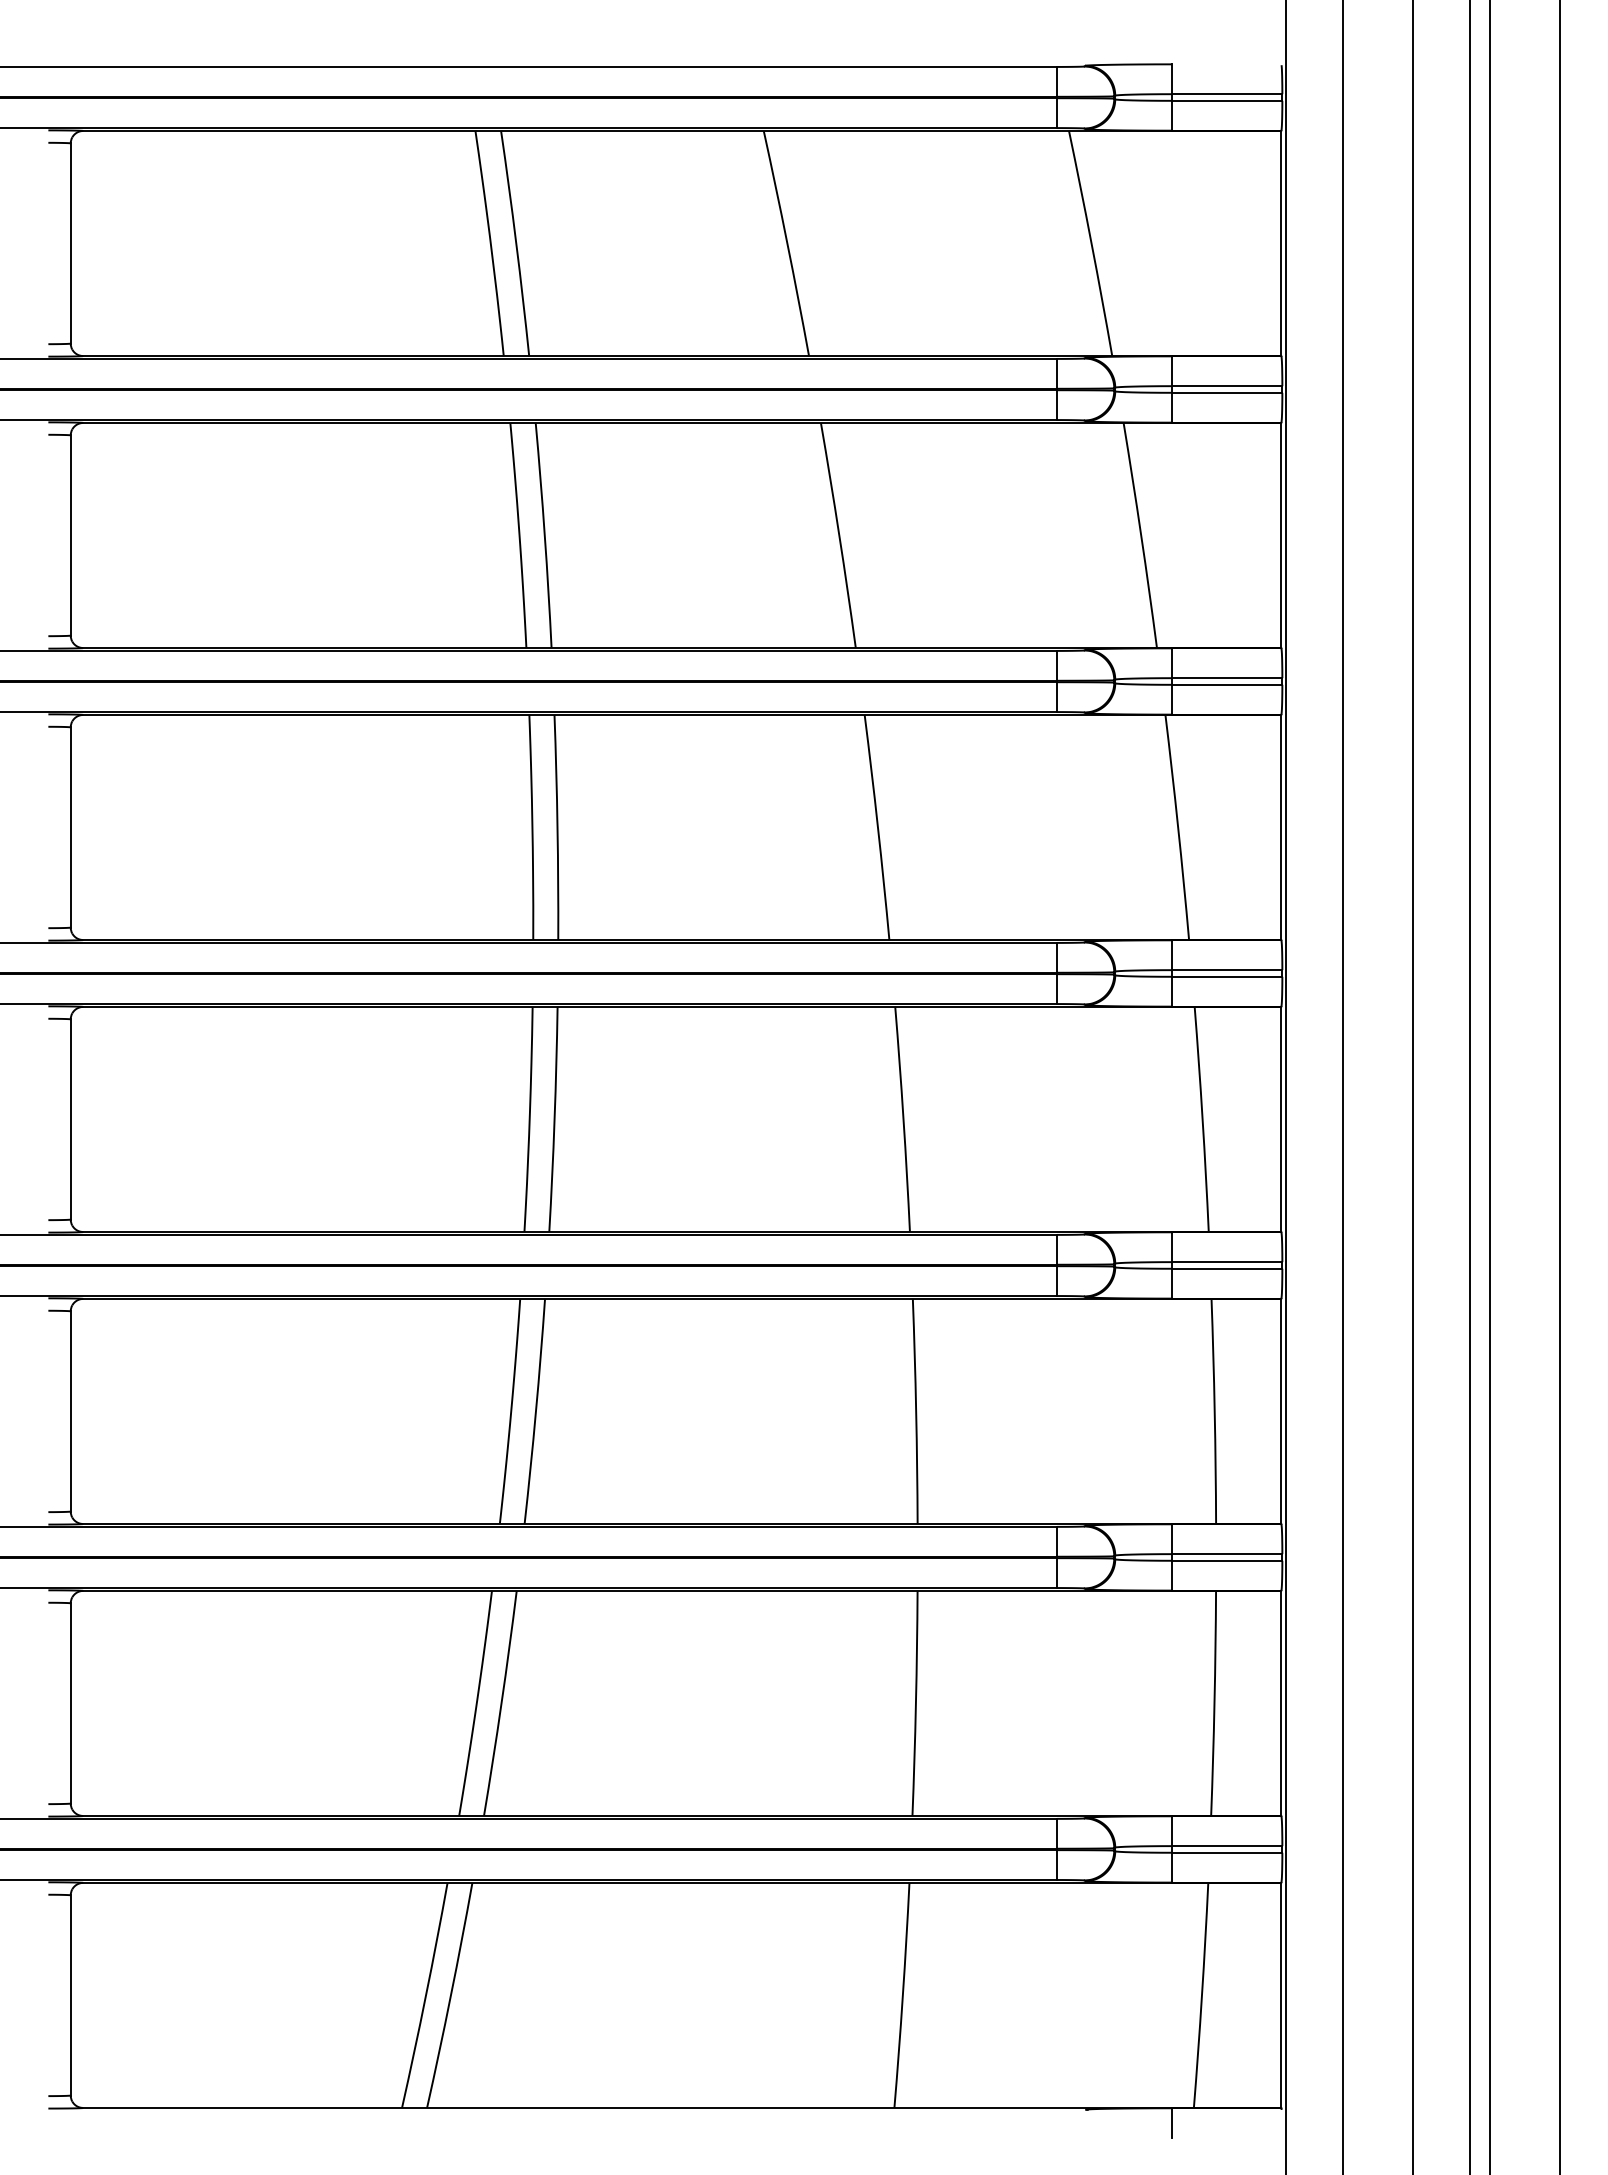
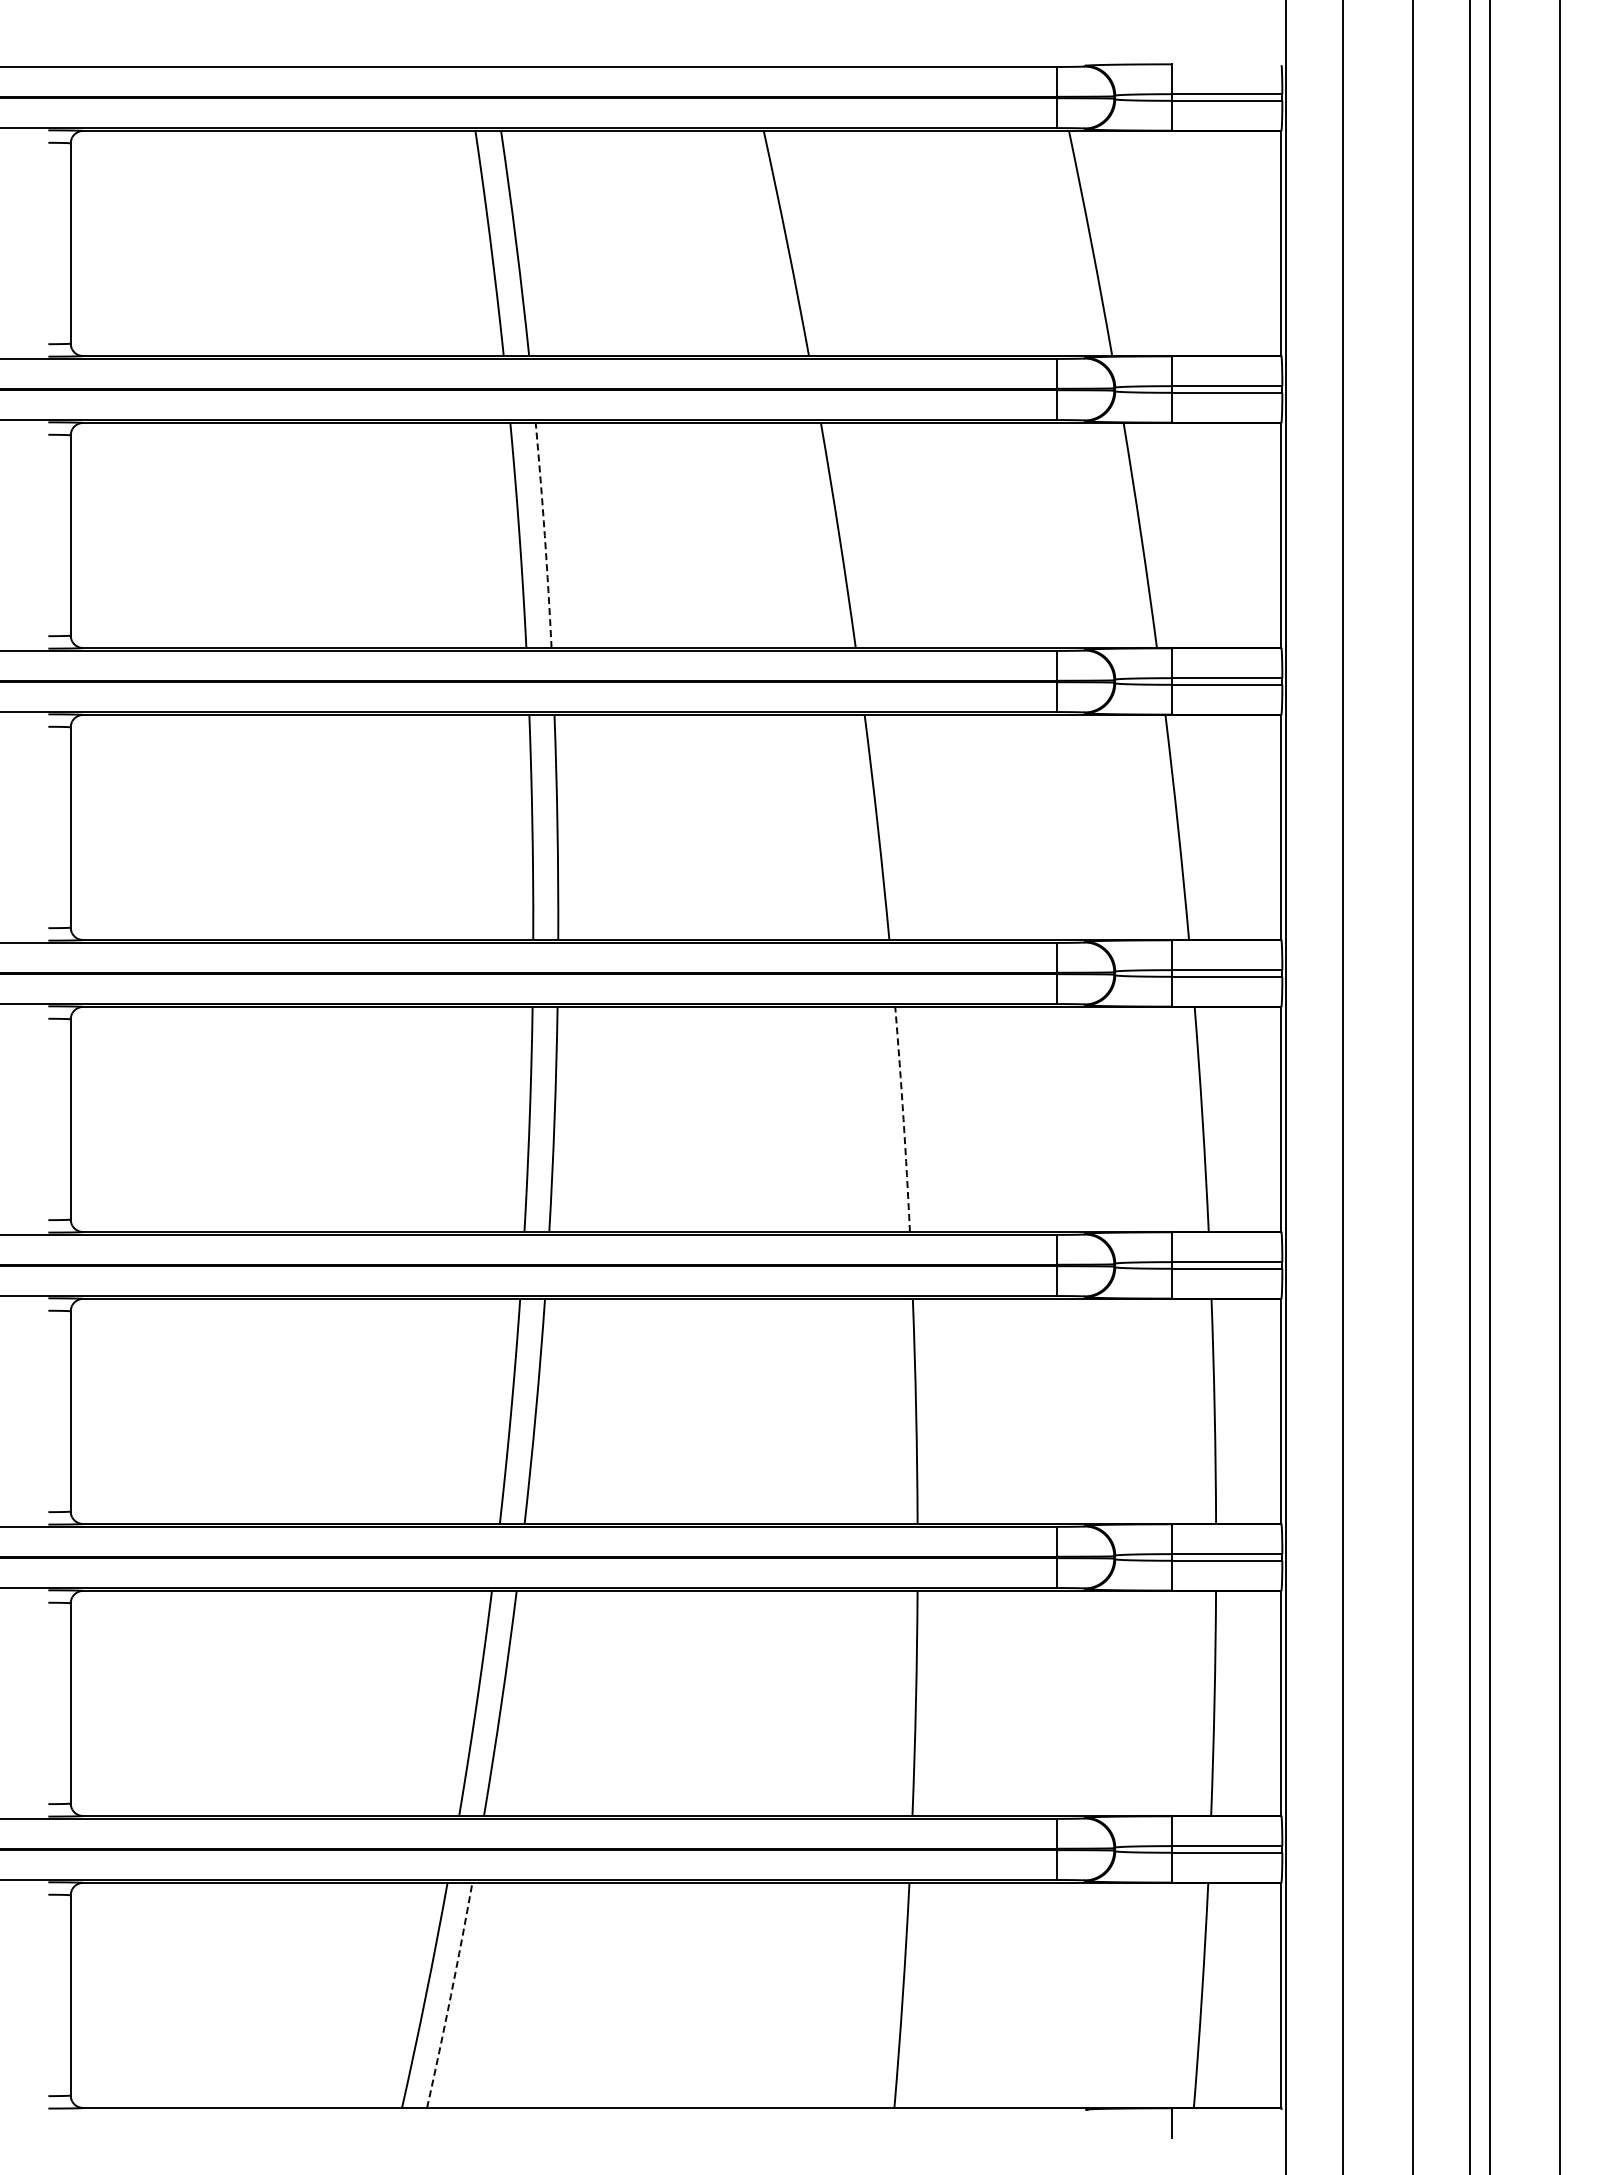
arc at (544, 535): solid -> dashed
arc at (903, 1119): solid -> dashed
arc at (450, 1995): solid -> dashed
